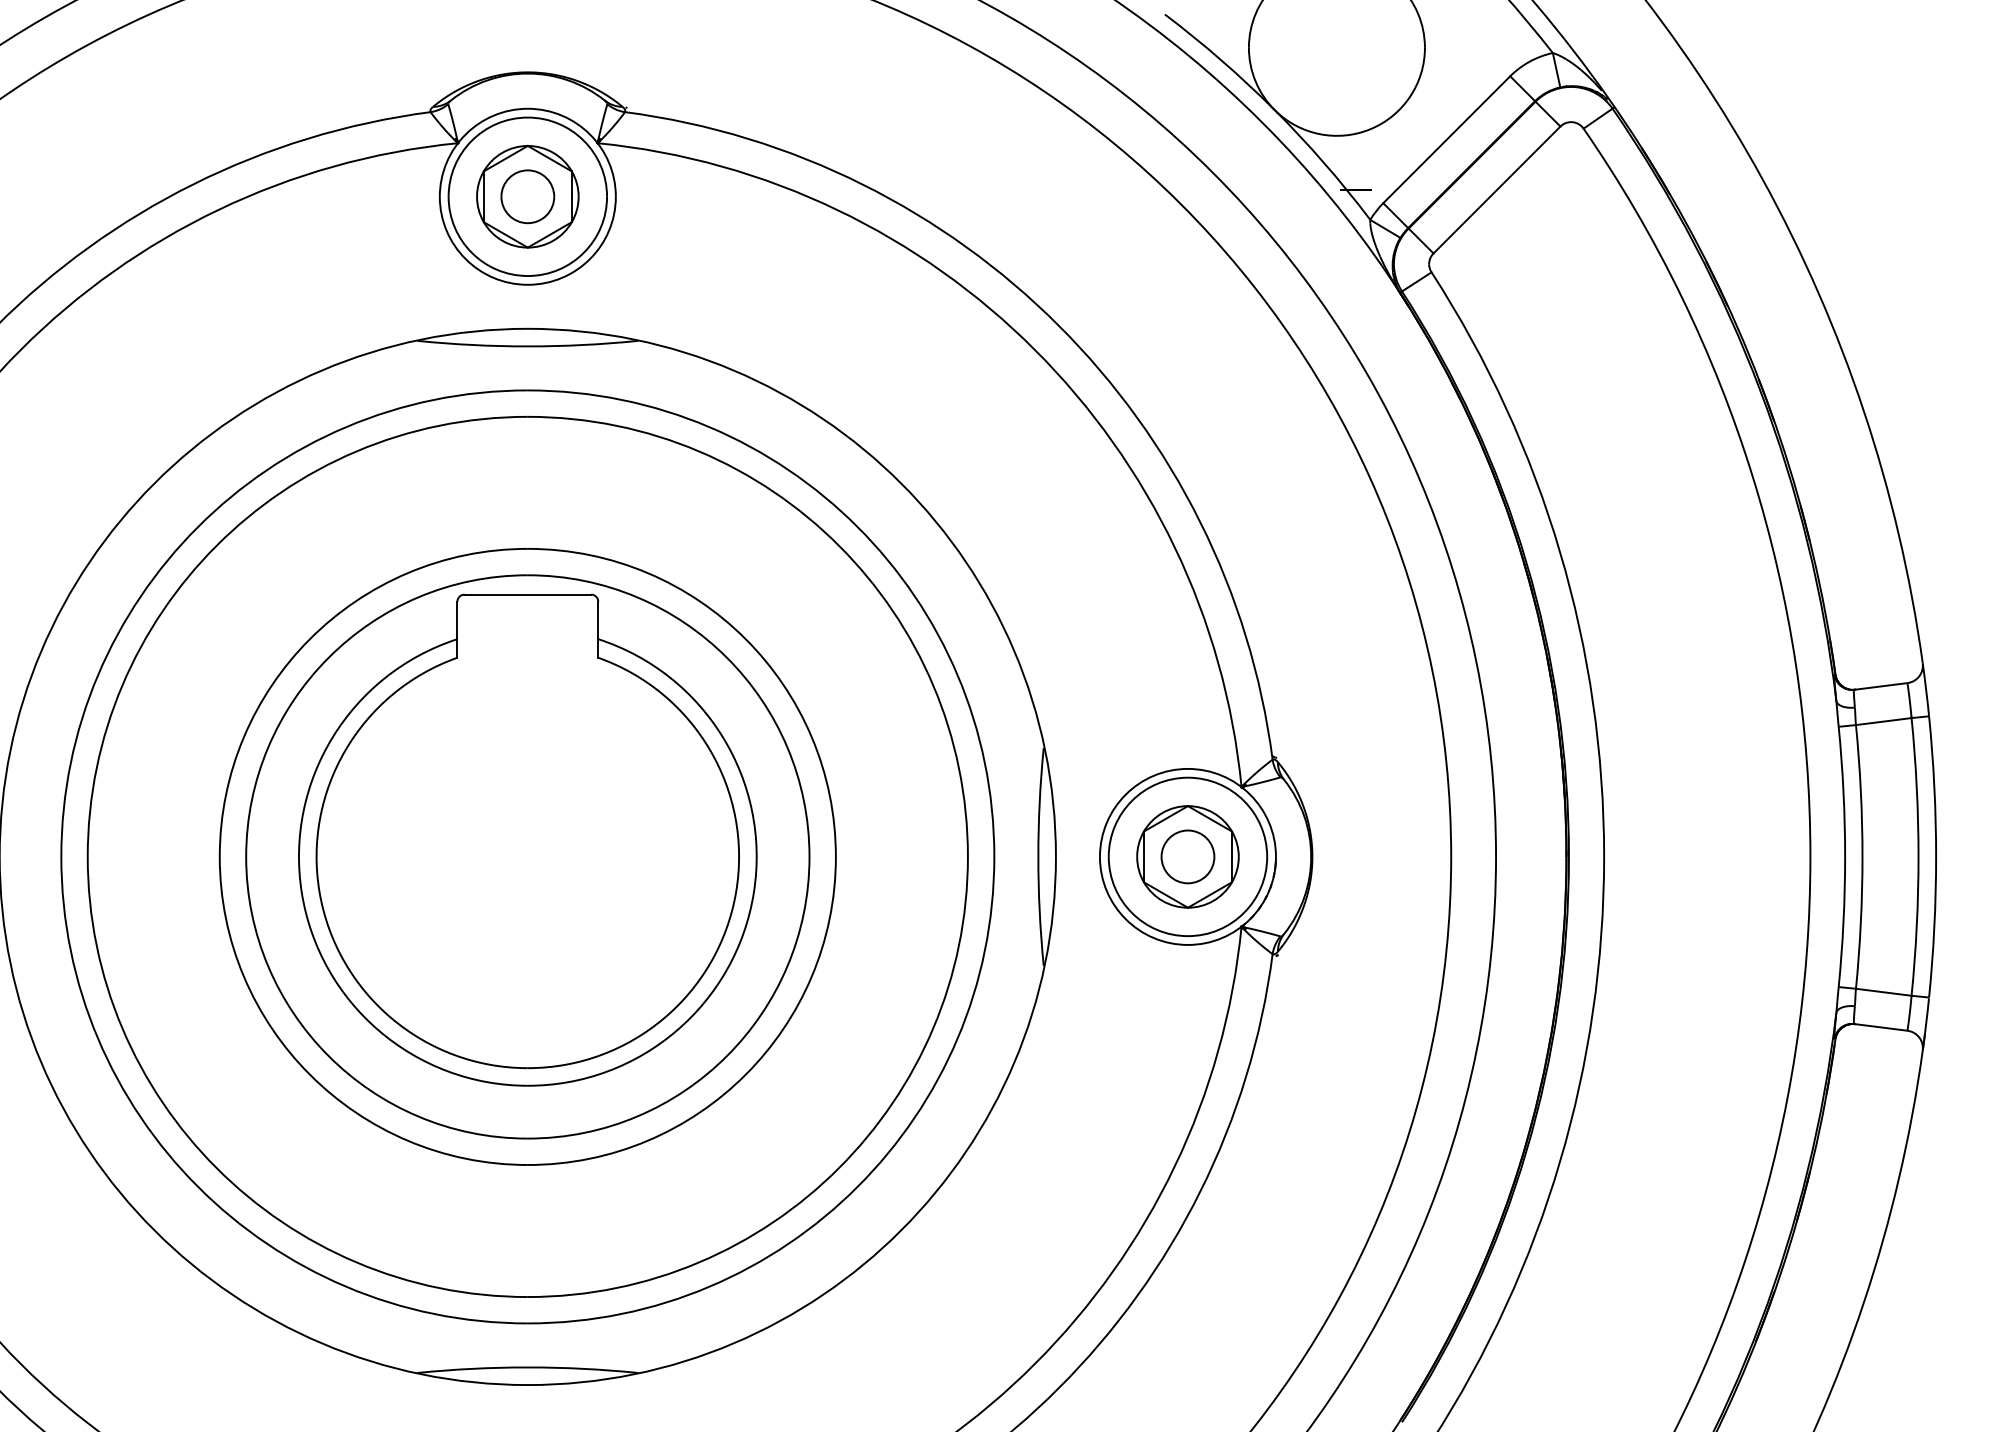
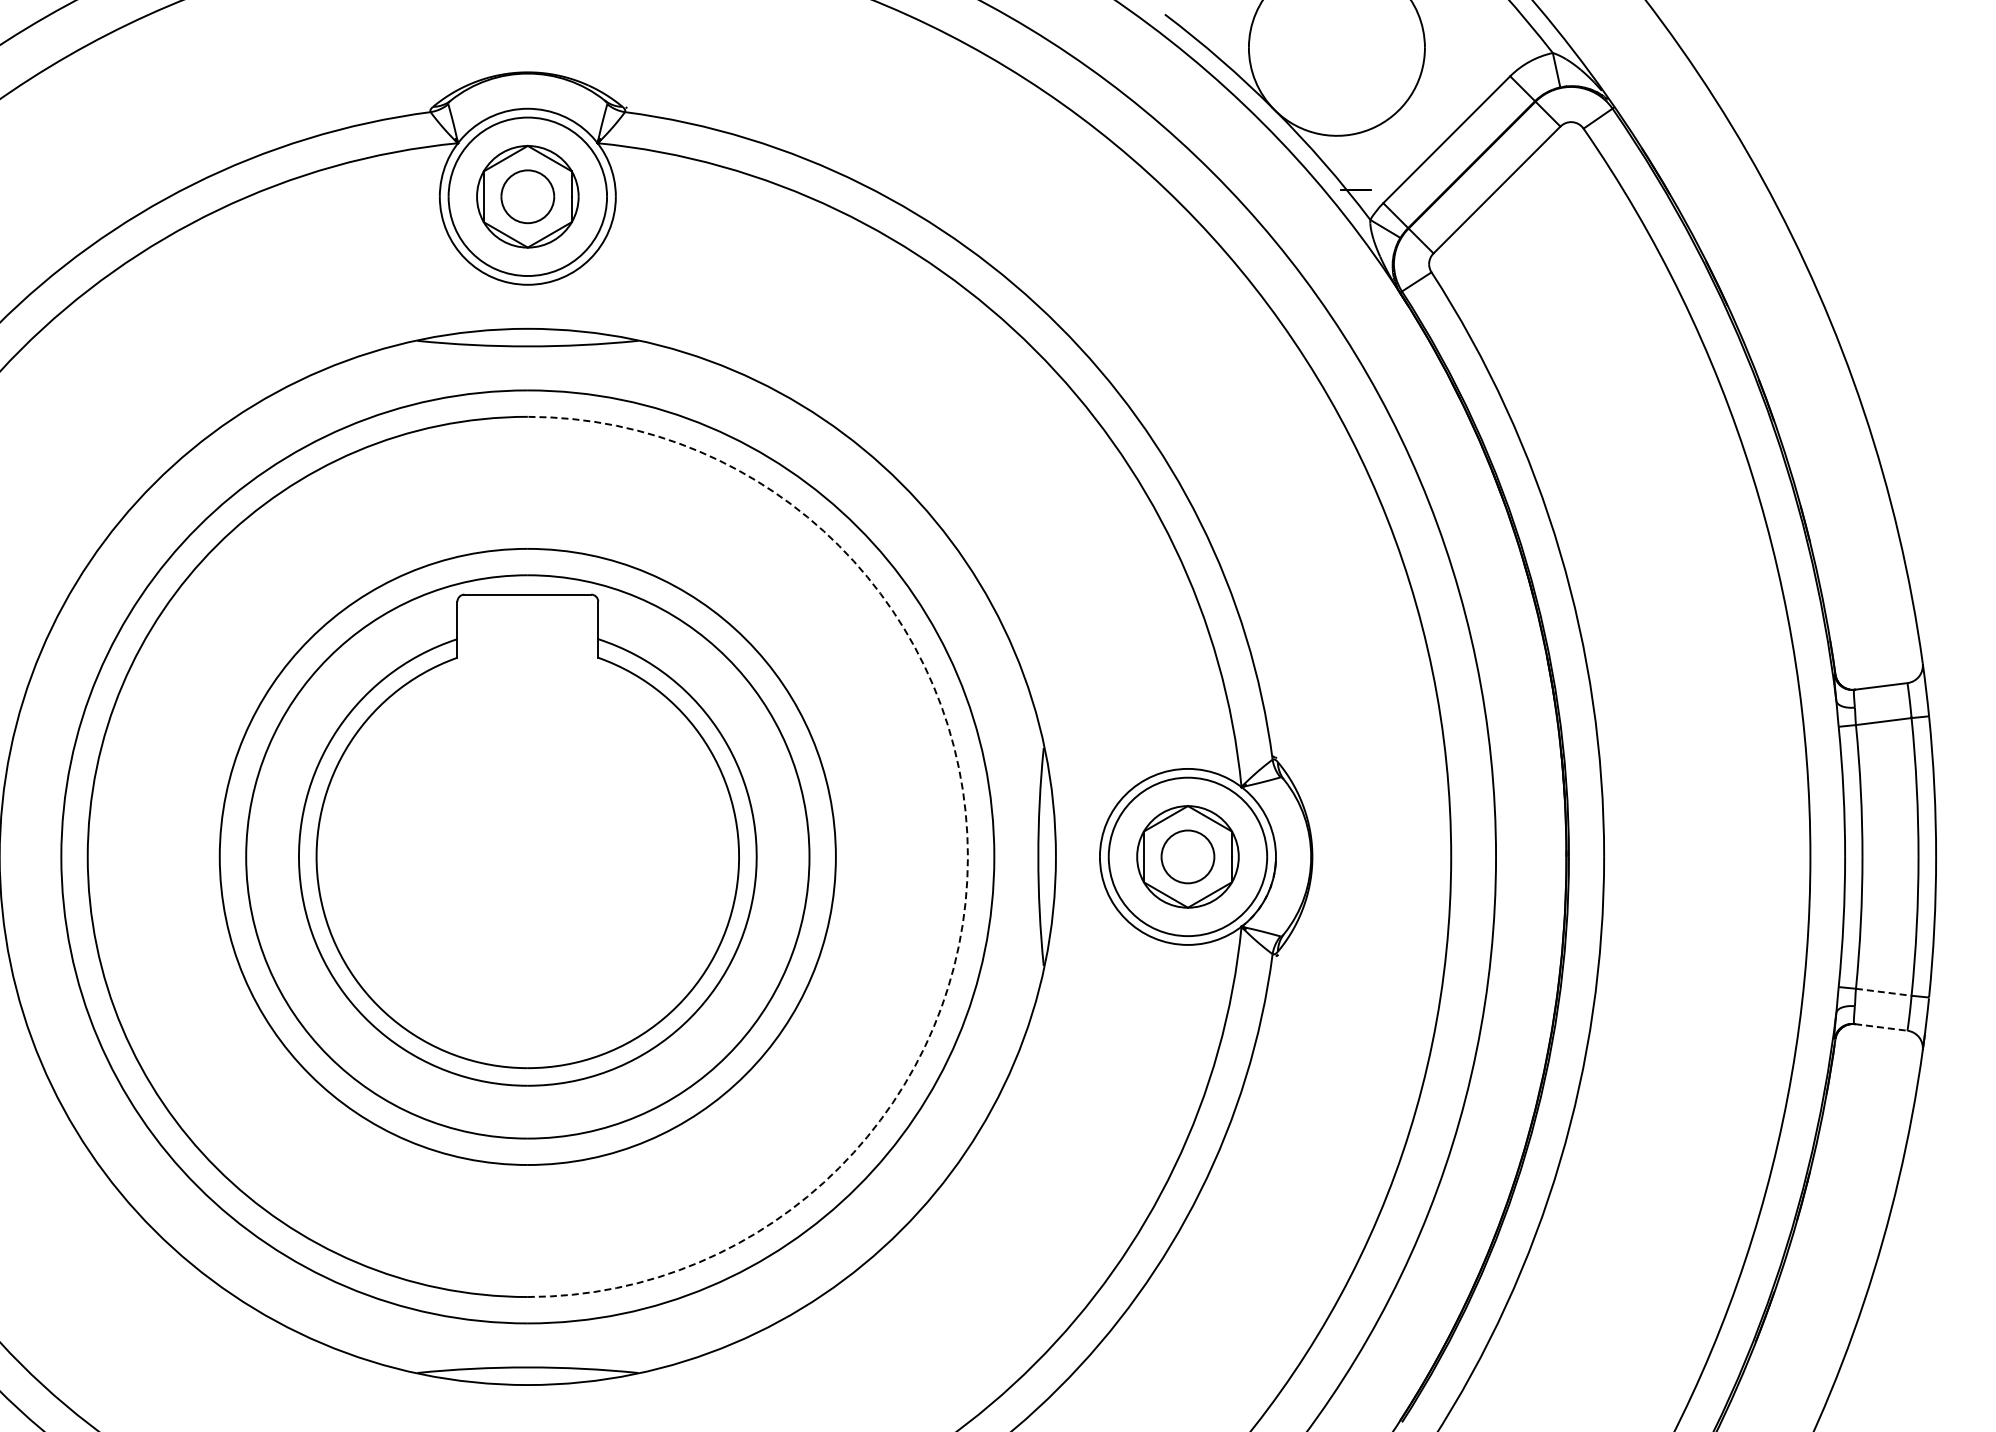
arc at (967, 856): solid -> dashed
line at (1884, 992): solid -> dashed
line at (1881, 1027): solid -> dashed
